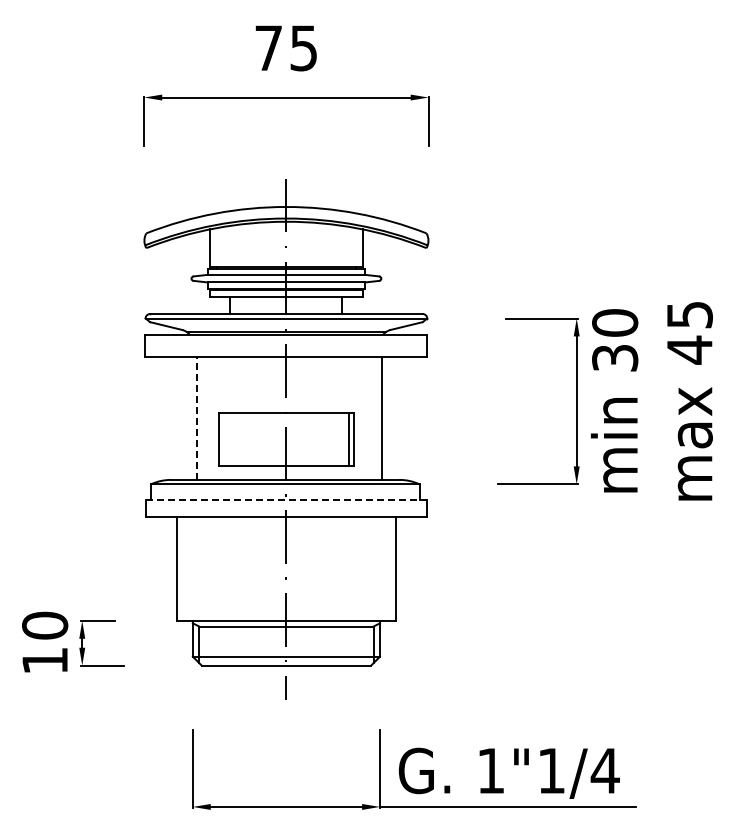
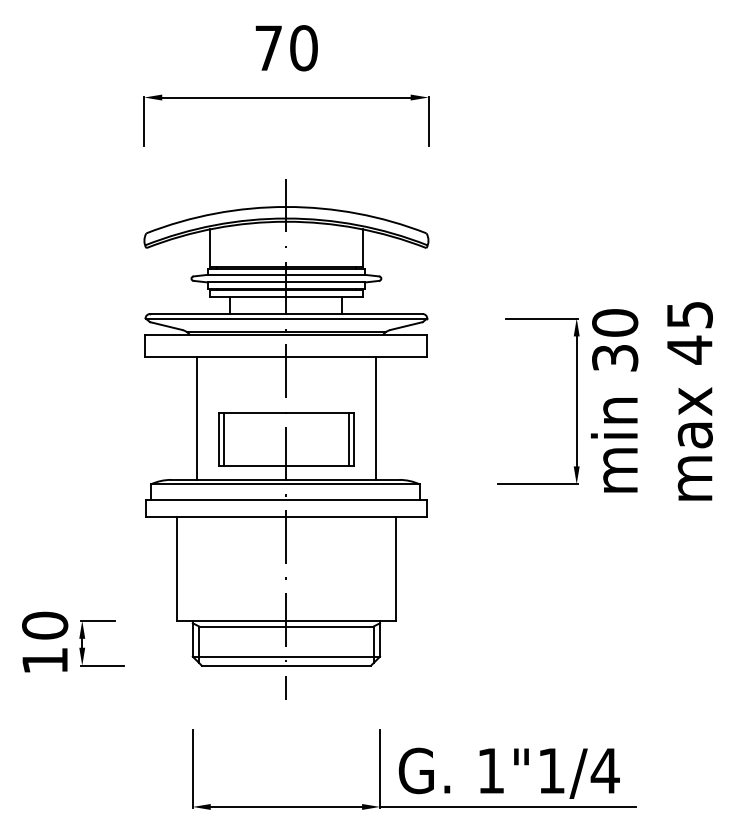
text at (303, 48): 75 -> 70
line at (196, 418): dashed -> solid
line at (381, 418) position: (381, 418) -> (375, 418)
line at (223, 439): none -> present
line at (286, 500): dashed -> solid
